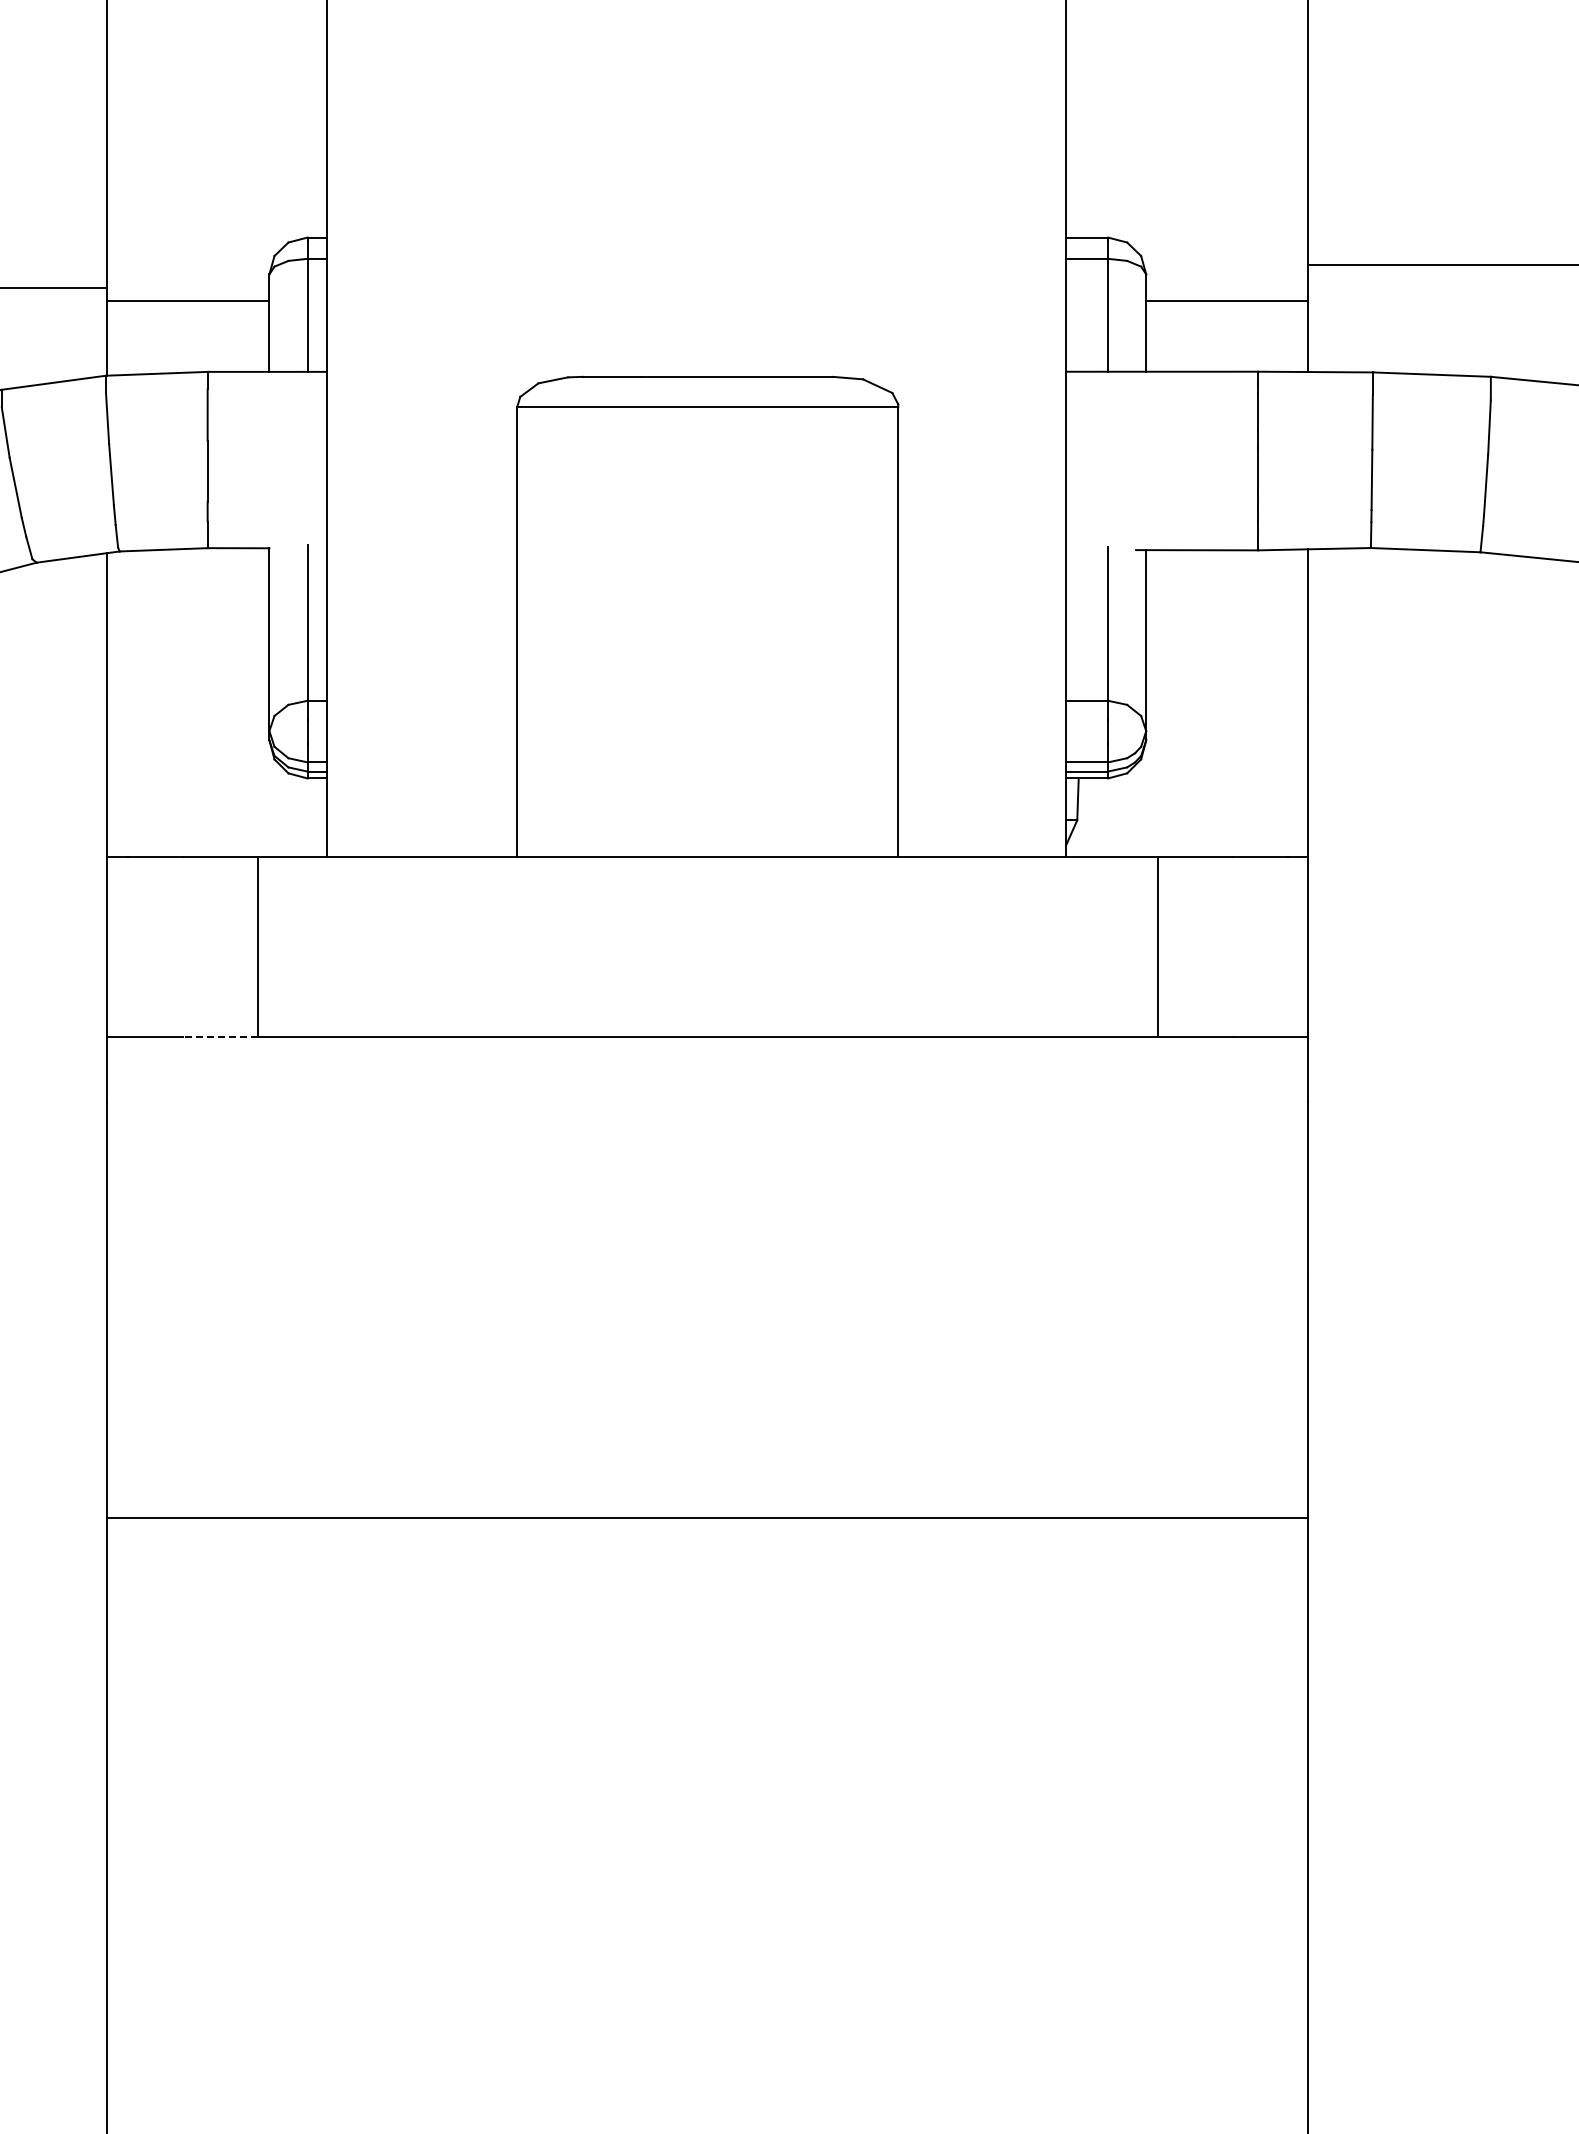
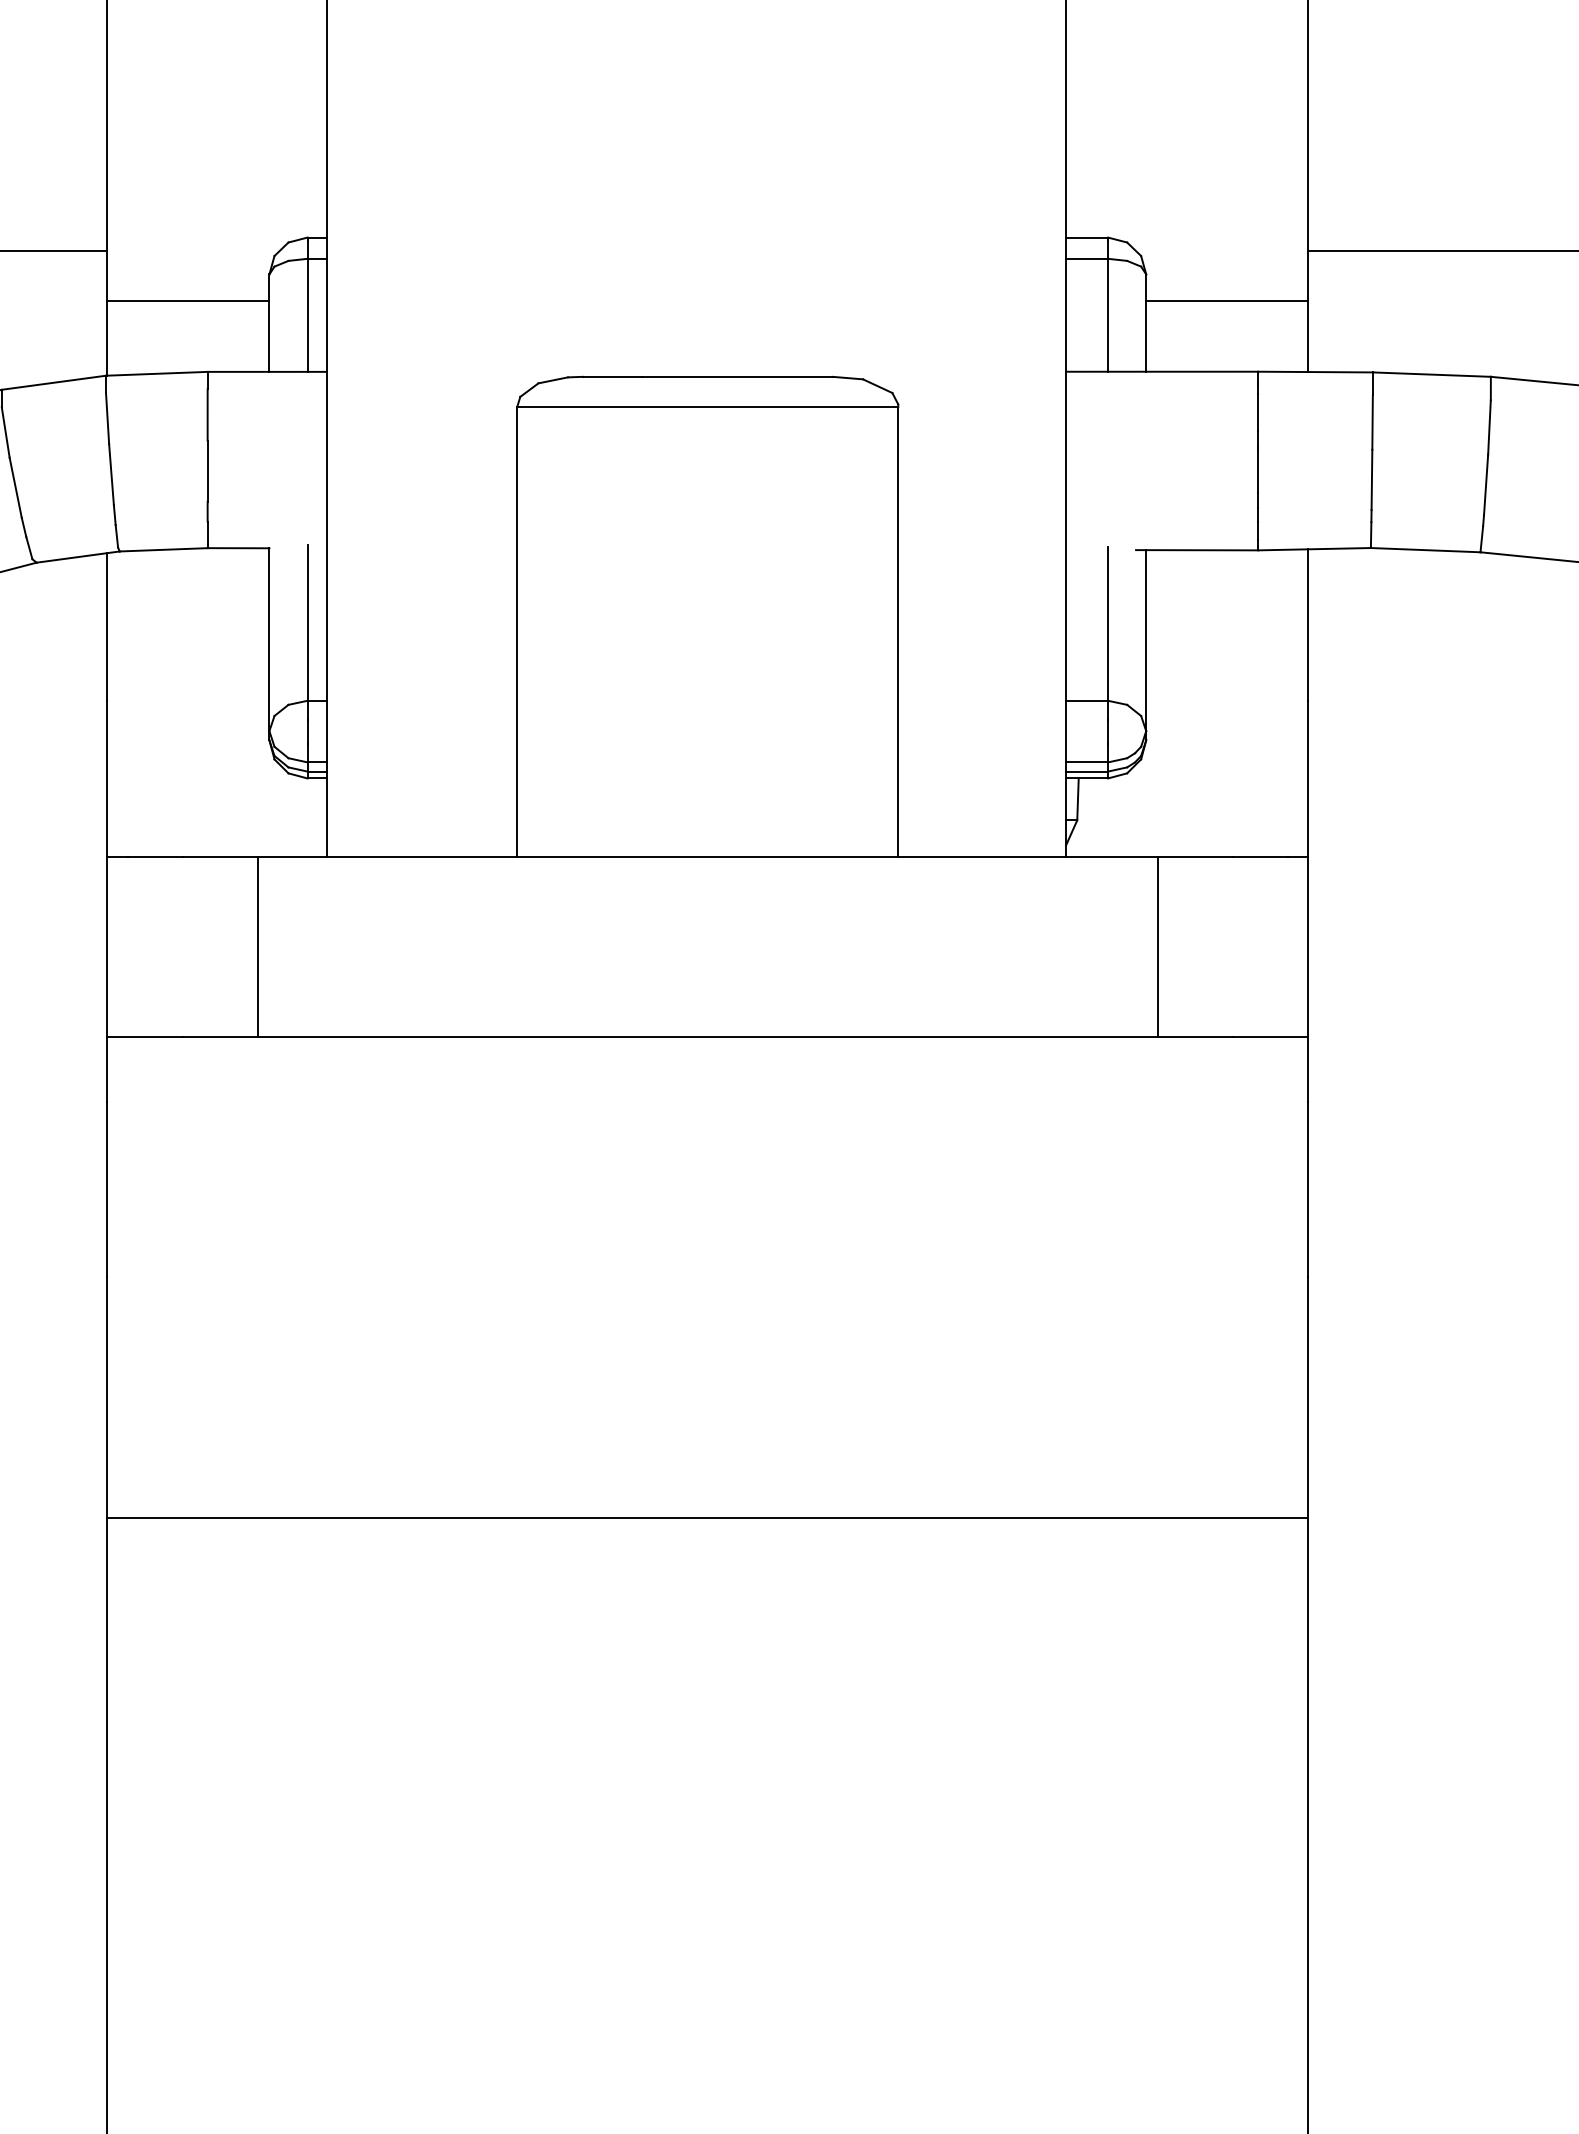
line at (1441, 265) position: (1441, 265) -> (1441, 251)
line at (54, 288) position: (54, 288) -> (54, 251)
line at (220, 1037): dashed -> solid
